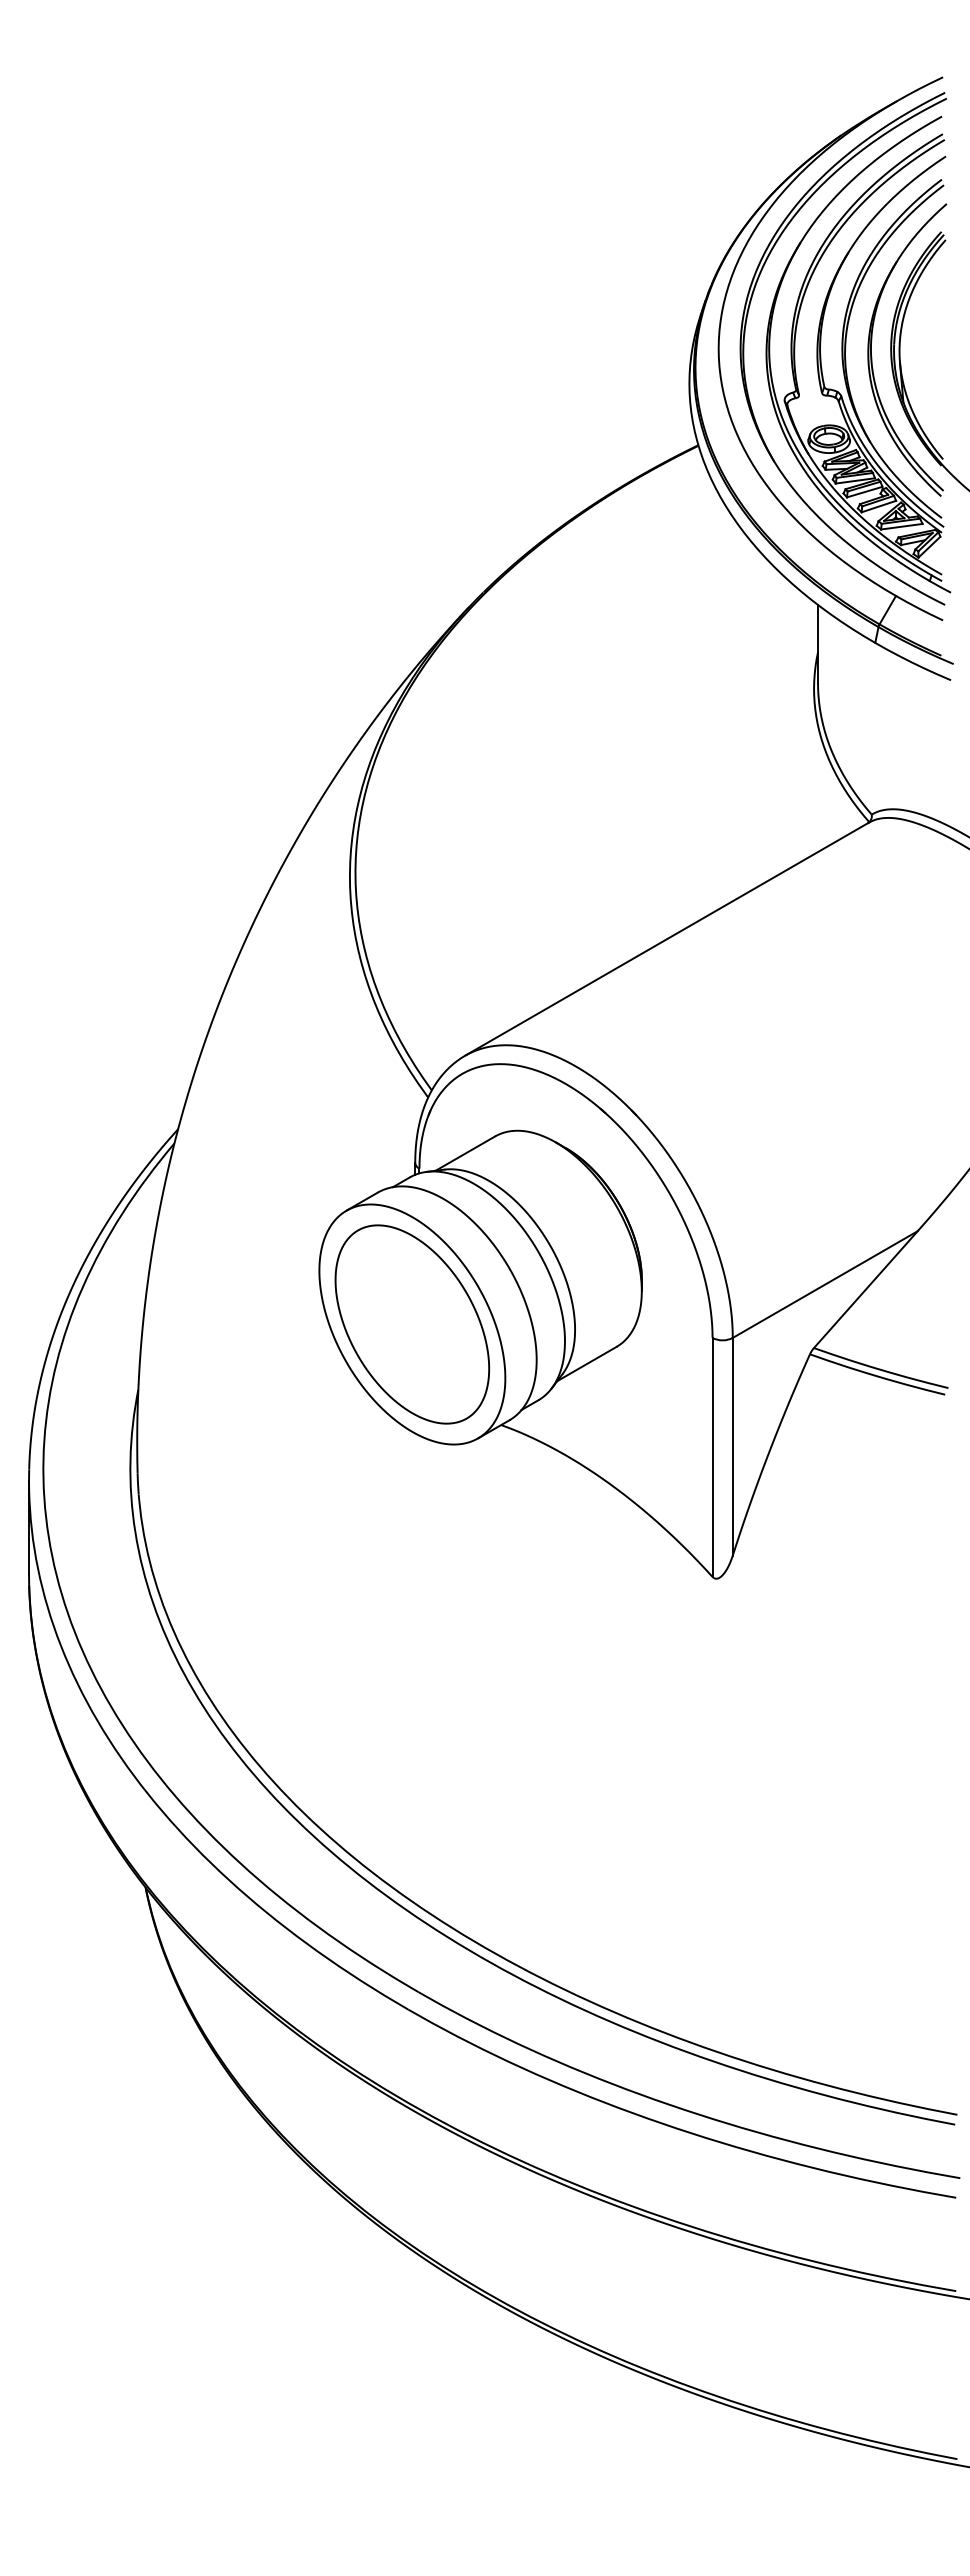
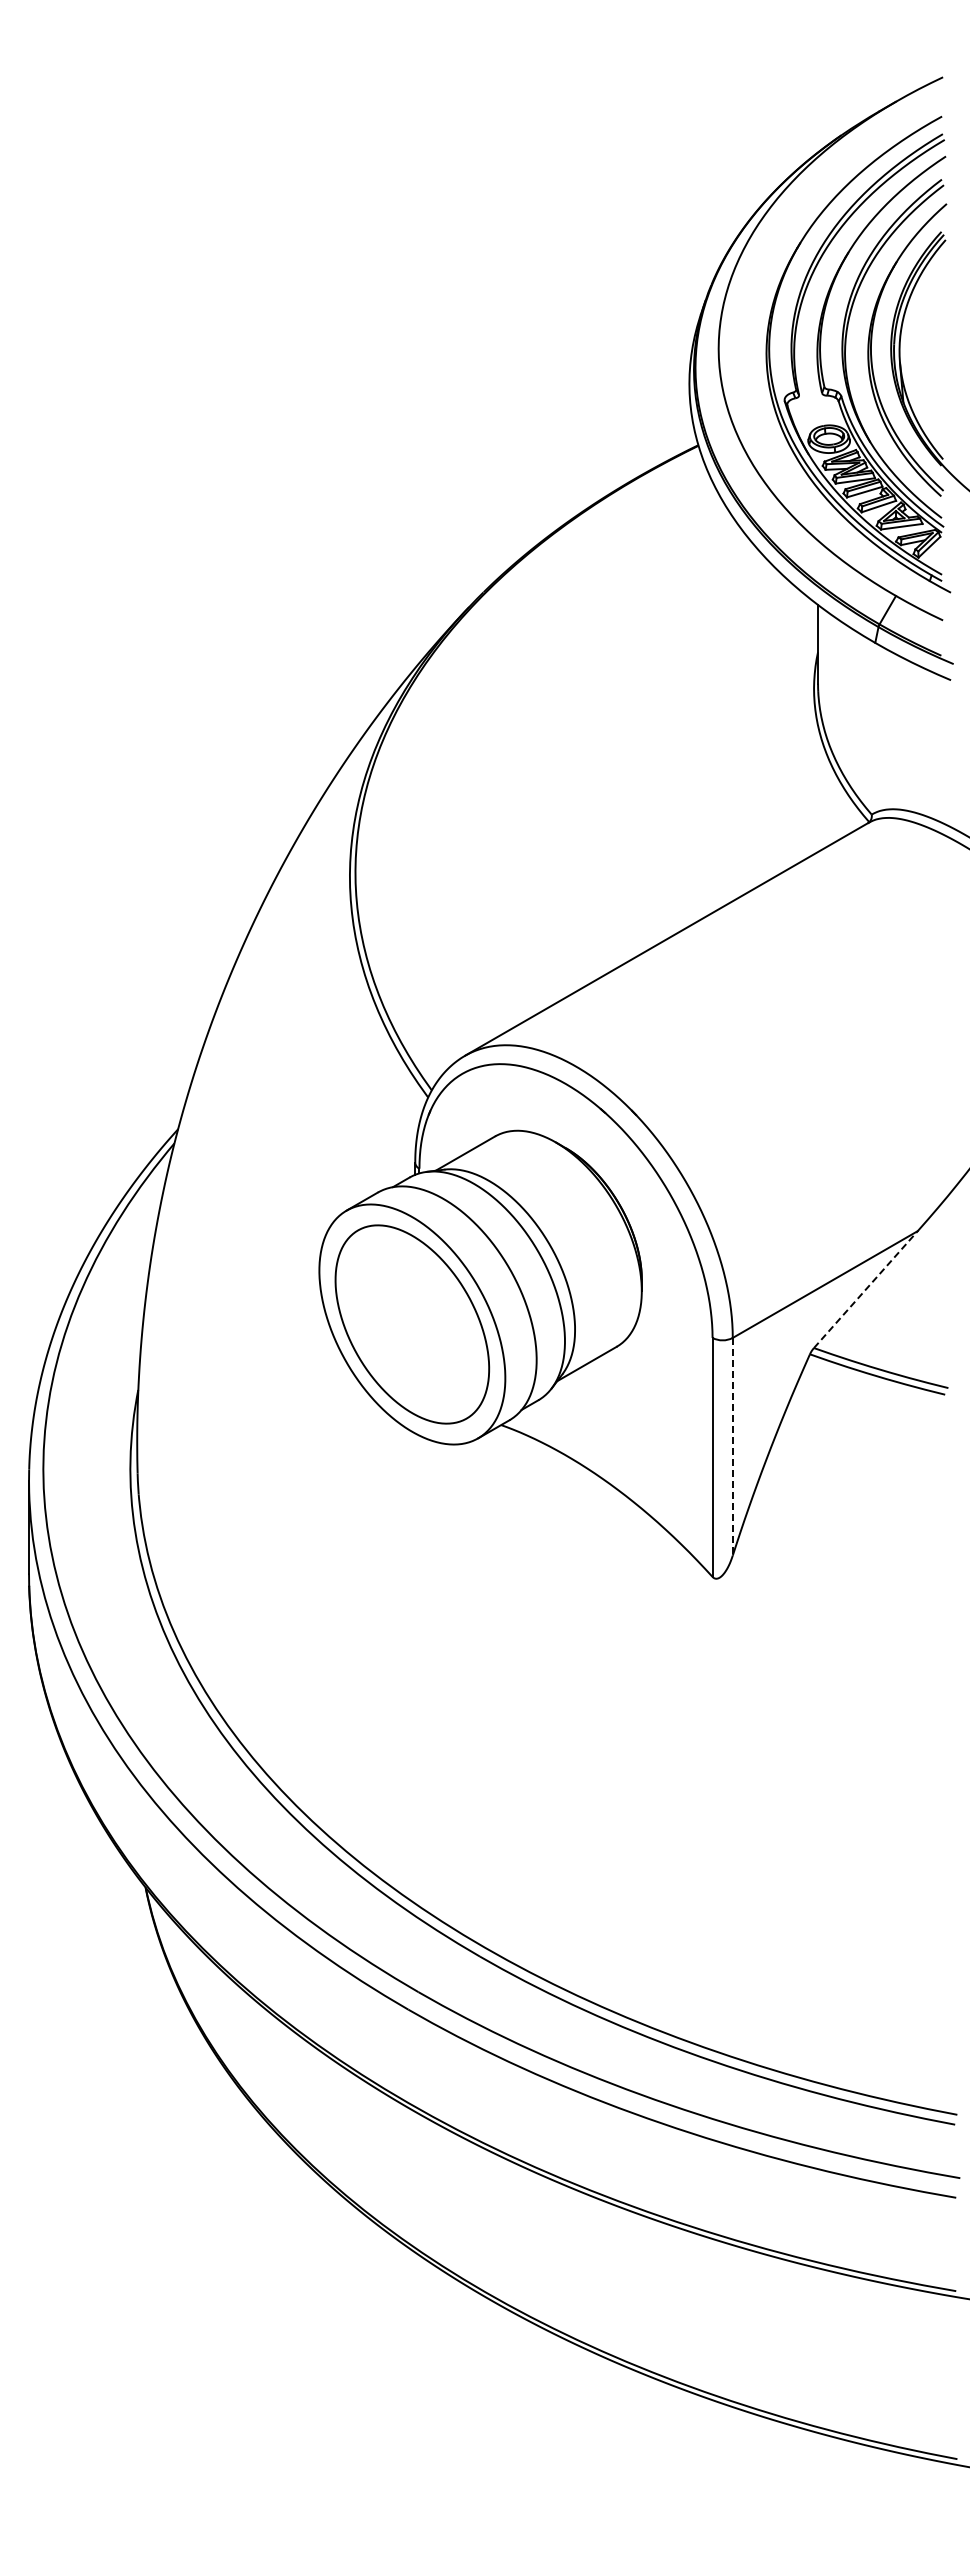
part at (744, 348): present -> none
line at (866, 1289): solid -> dashed
line at (732, 1446): solid -> dashed
